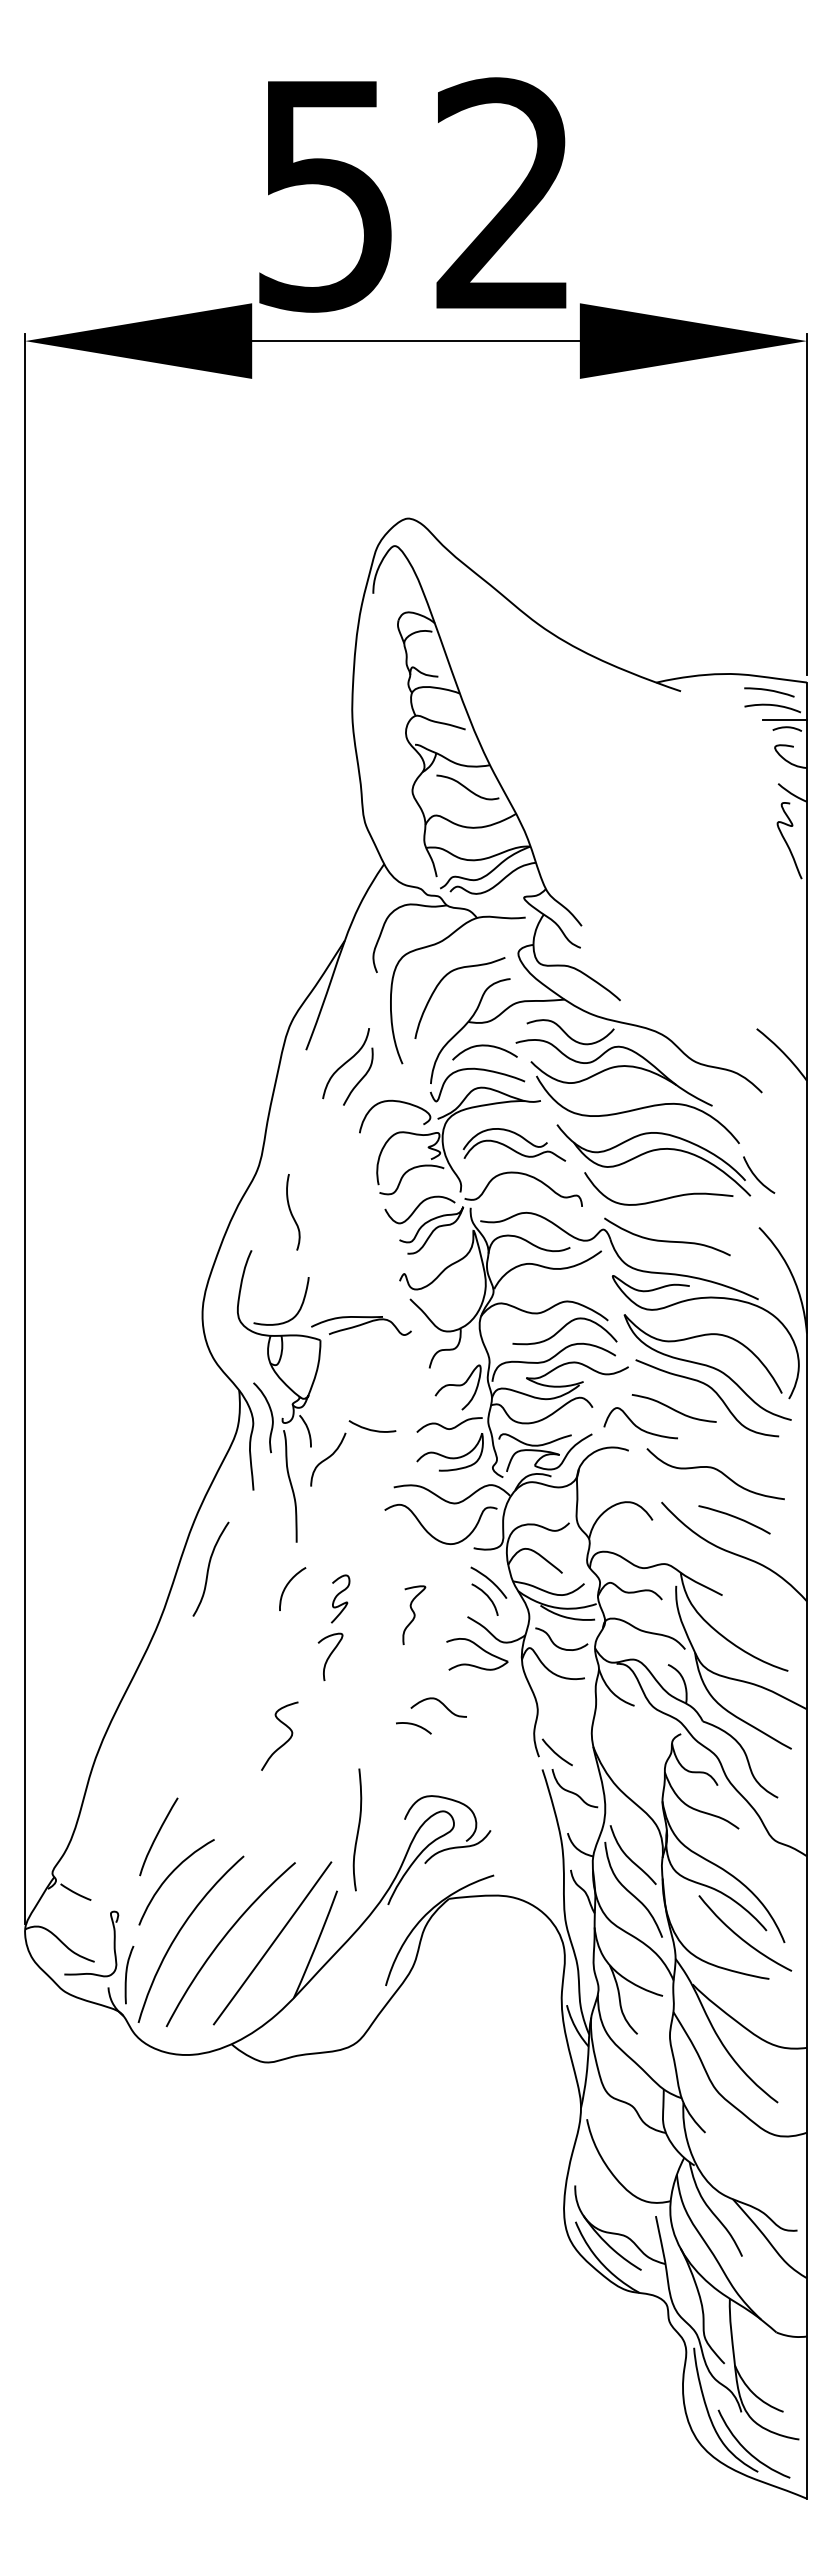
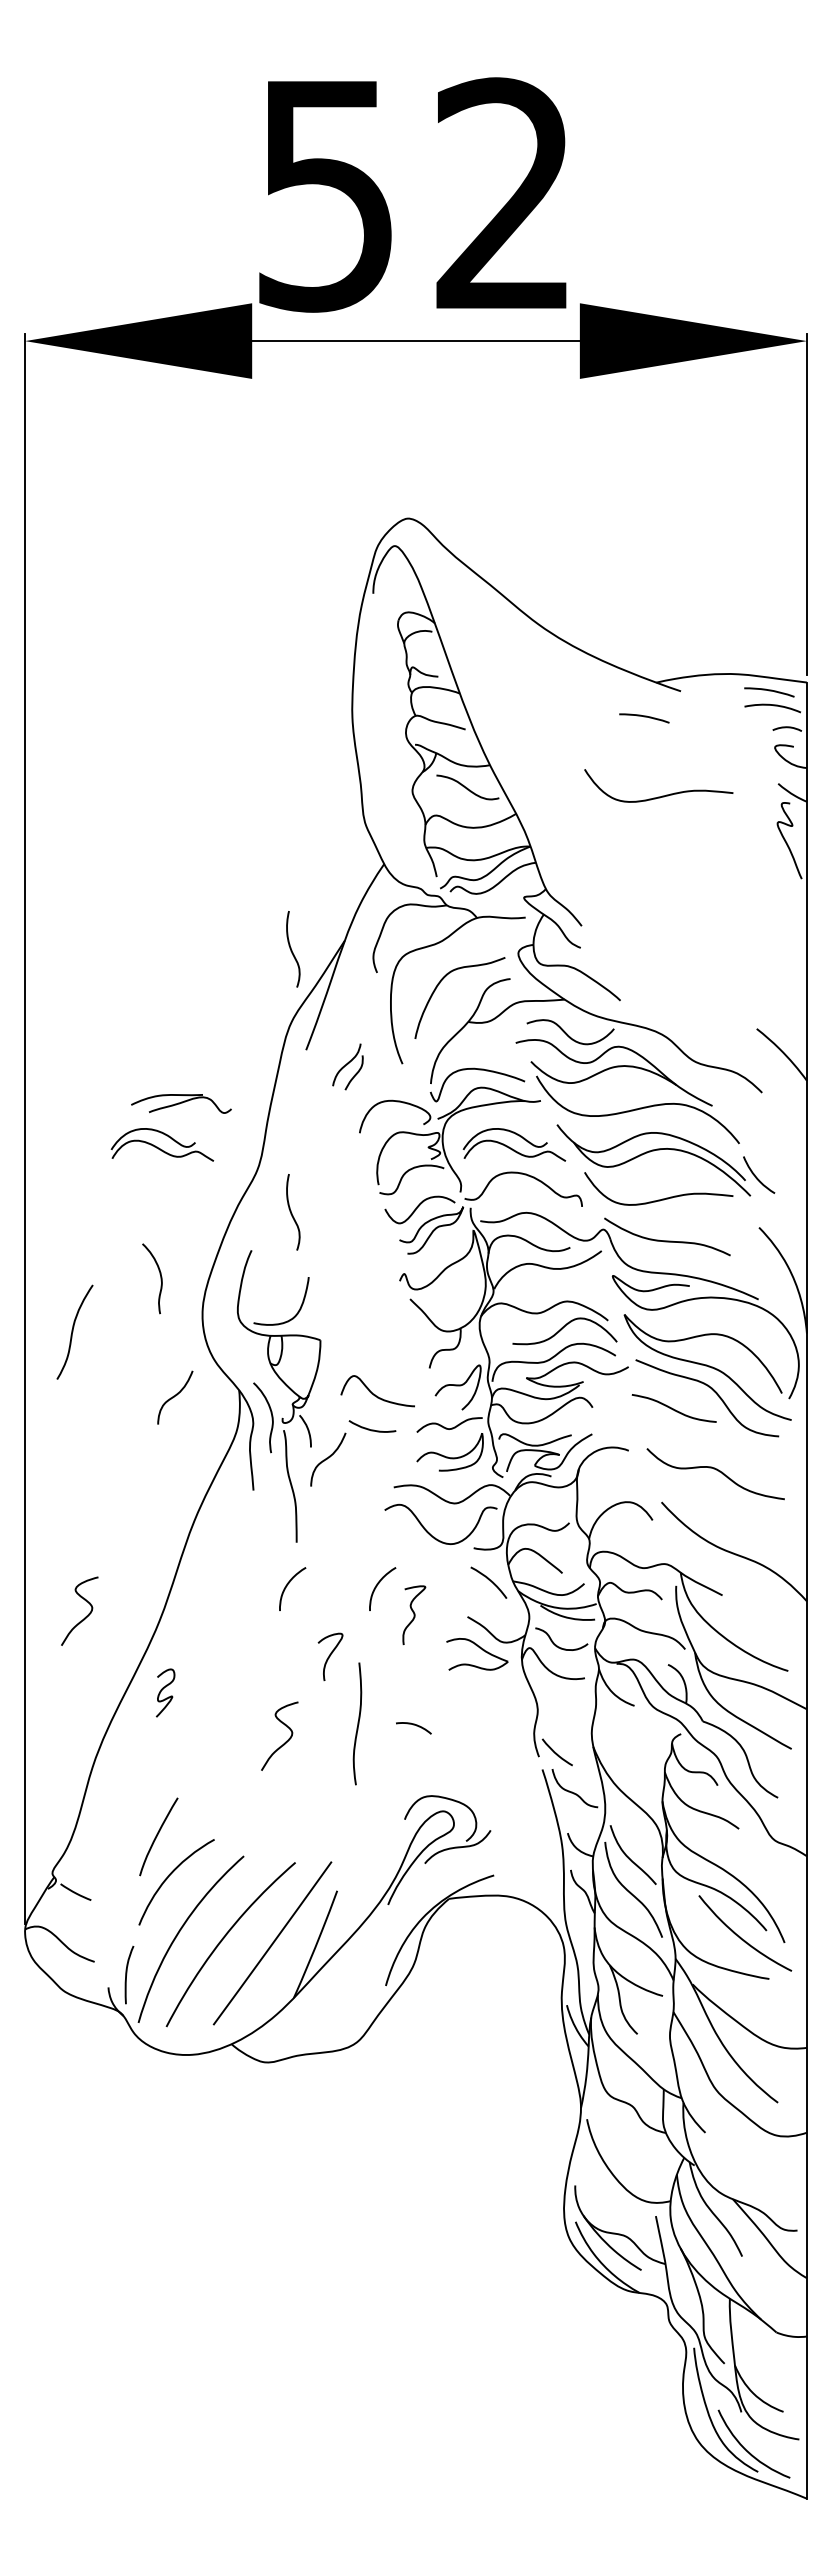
curve at (644, 717): none -> present
line at (784, 719): present -> none
curve at (662, 795): none -> present
curve at (292, 950): none -> present
curve at (484, 1046): present -> none
part at (347, 1066) size: 52x78 px -> 32x48 px
part at (162, 1144): none -> present
curve at (160, 1278): none -> present
part at (361, 1325) position: (361, 1325) -> (181, 1103)
curve at (175, 1396): none -> present
curve at (637, 1425) position: (637, 1425) -> (374, 1393)
curve at (735, 1518): present -> none
curve at (209, 1568) position: (209, 1568) -> (73, 1331)
curve at (377, 1586): none -> present
curve at (338, 1595) position: (338, 1595) -> (163, 1689)
curve at (486, 1596): present -> none
curve at (85, 1616): none -> present
curve at (440, 1703): present -> none
curve at (357, 1829) position: (357, 1829) -> (357, 1723)
curve at (113, 1943): present -> none
